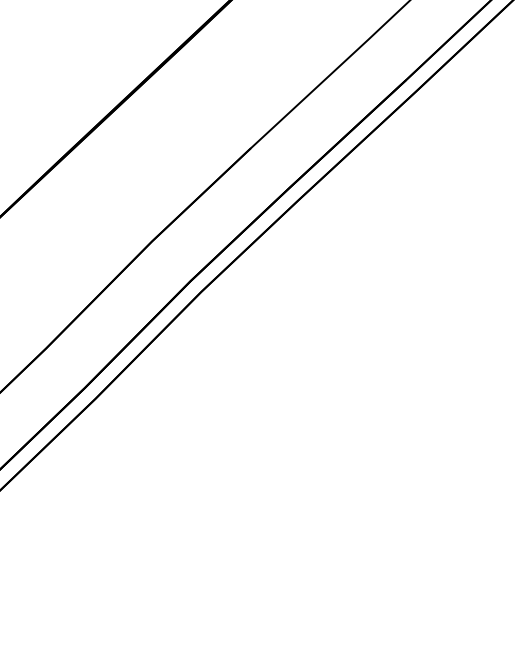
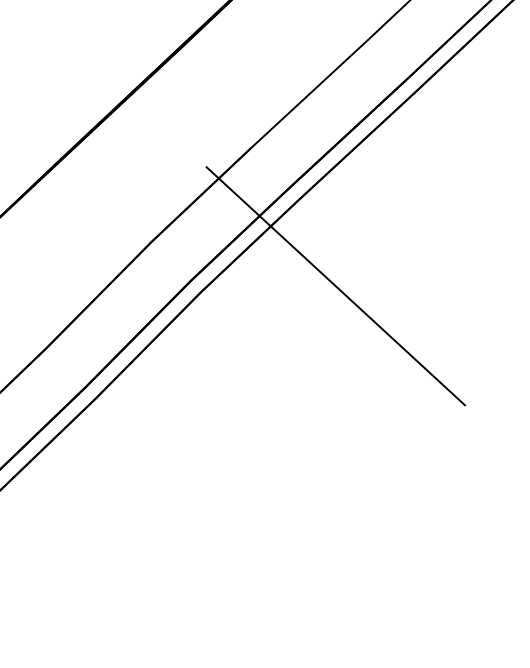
line at (335, 286): none -> present
